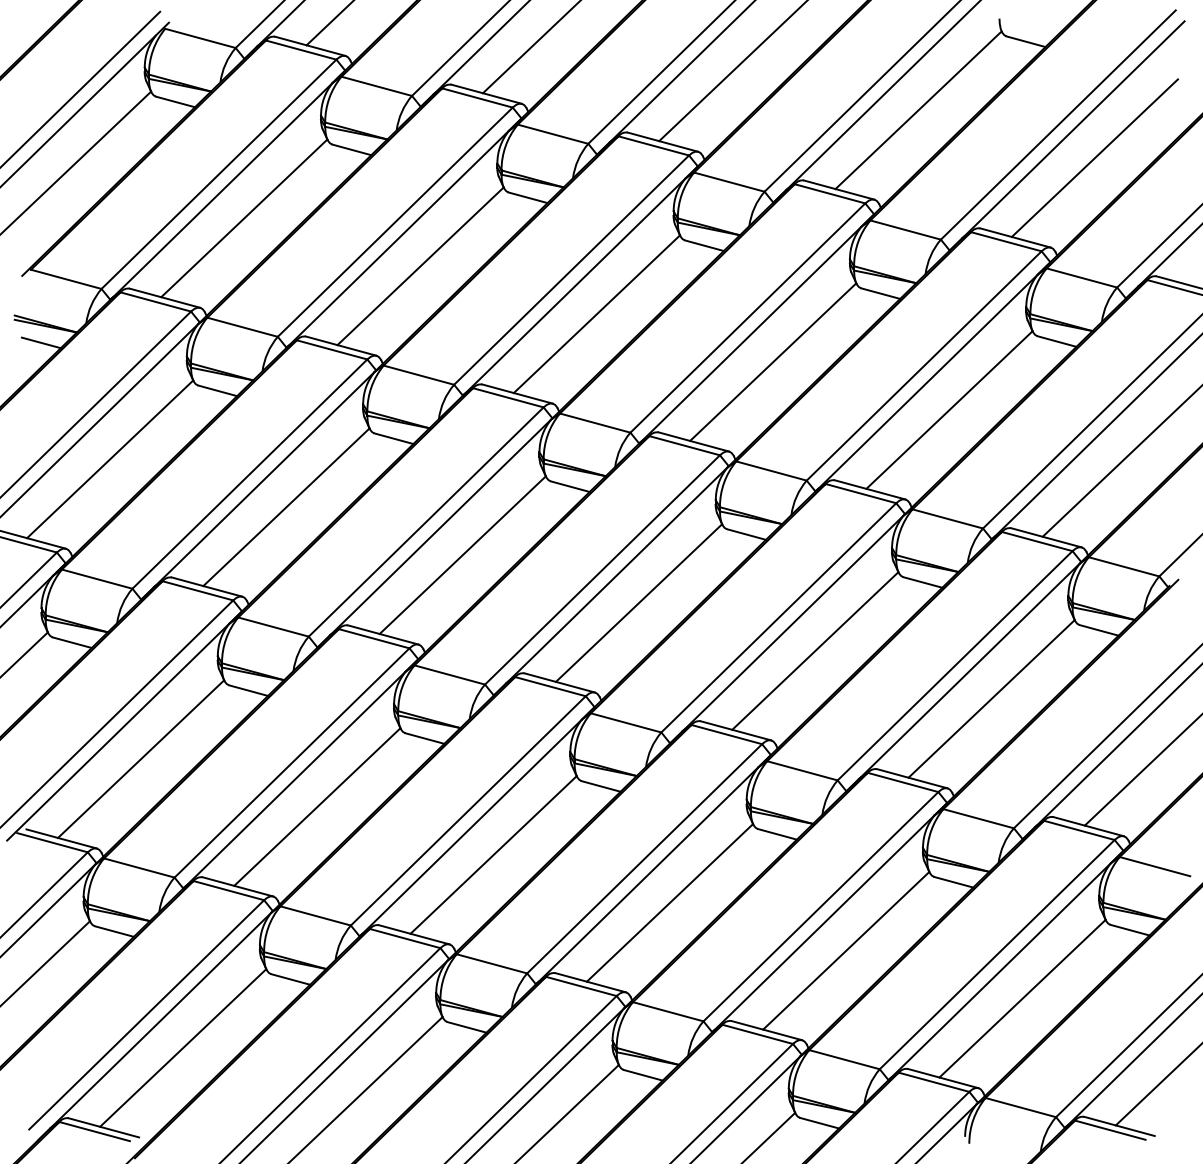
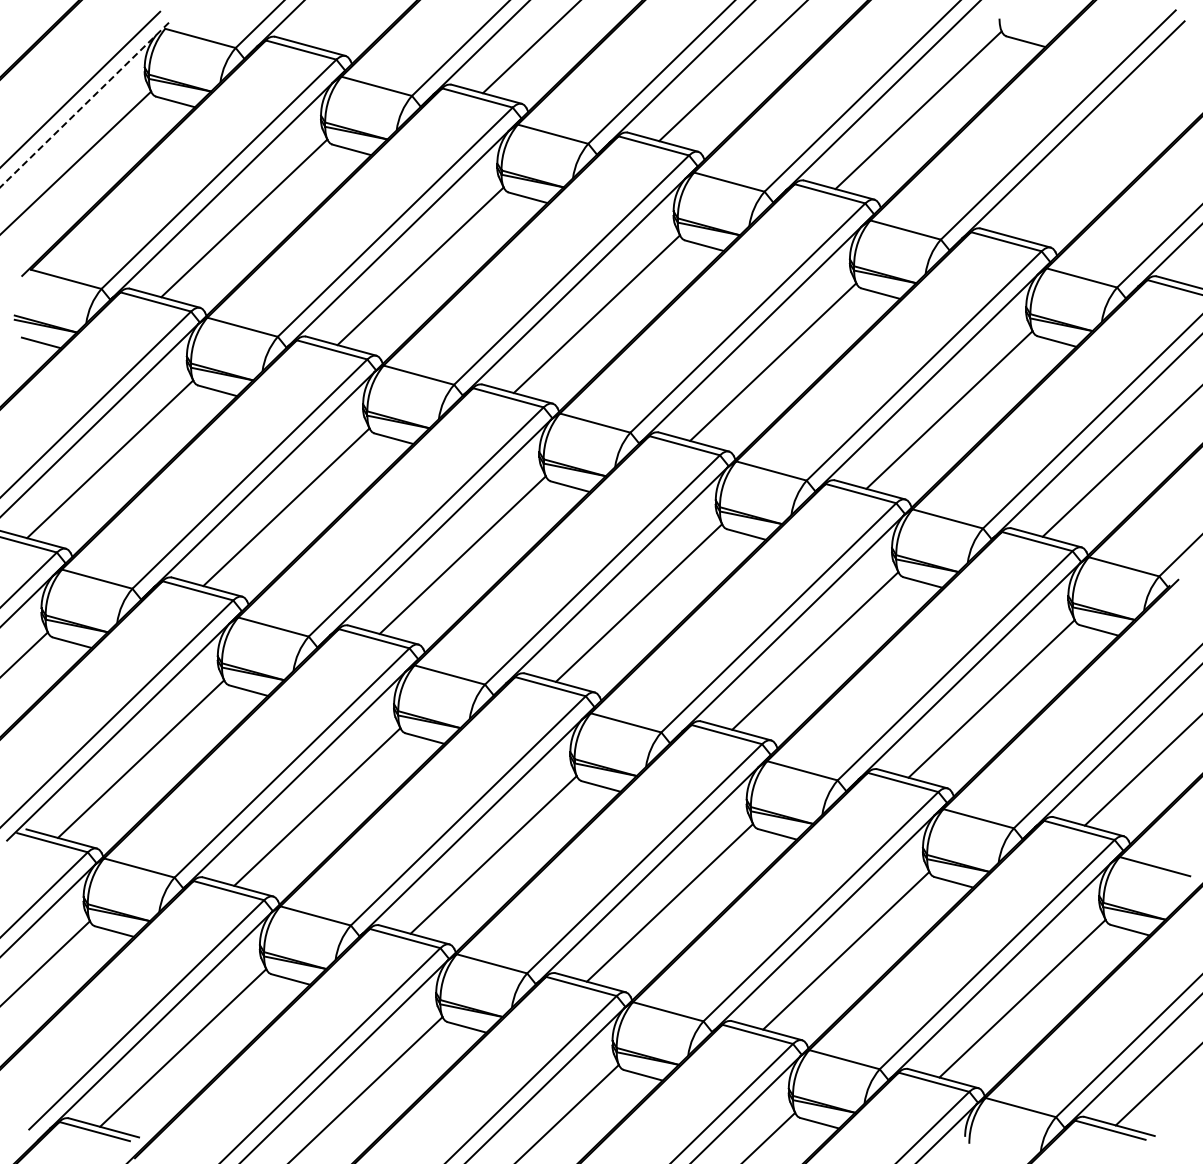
line at (328, 23): present -> none
line at (84, 104): solid -> dashed
line at (1094, 157): present -> none
